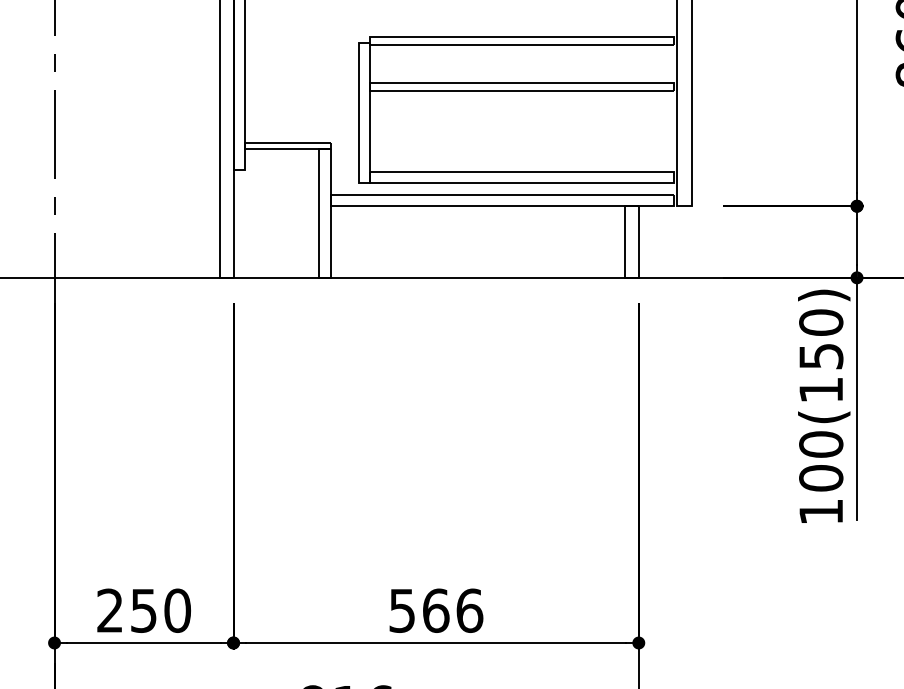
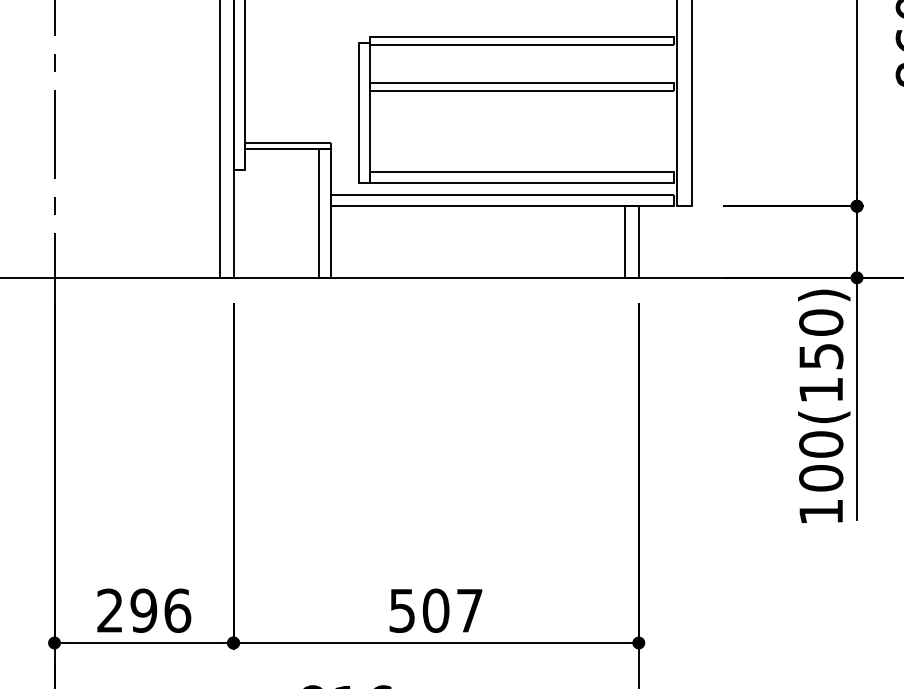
text at (160, 610): 250 -> 296
text at (452, 610): 566 -> 507
